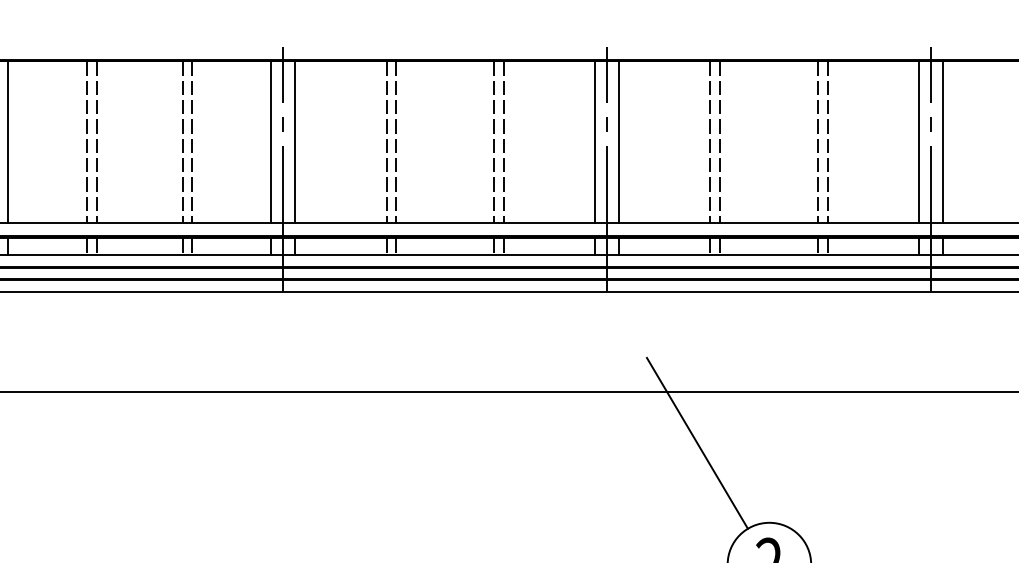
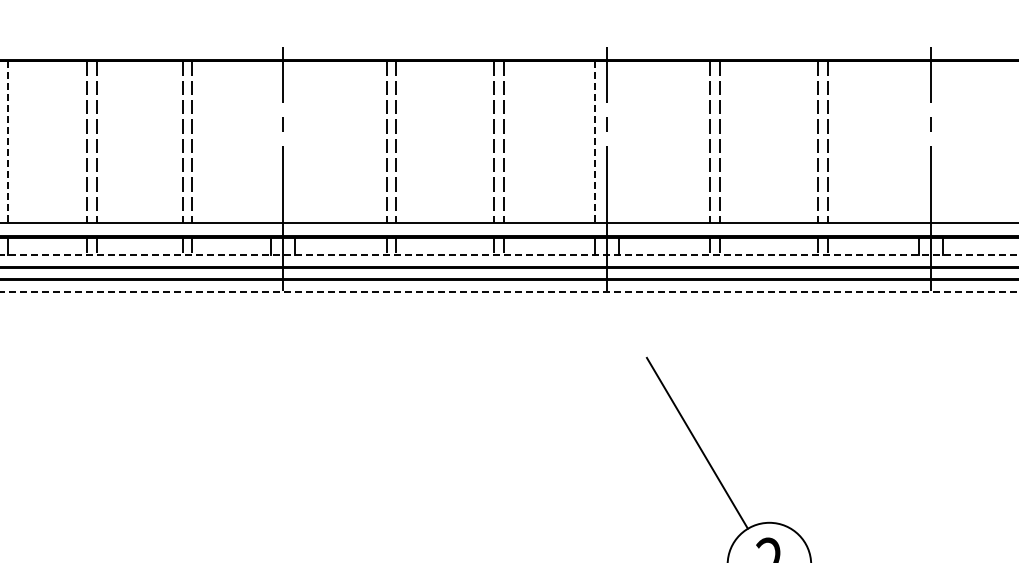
line at (7, 141): solid -> dashed
line at (271, 141): present -> none
line at (295, 141): present -> none
line at (595, 141): solid -> dashed
line at (619, 141): present -> none
line at (918, 141): present -> none
line at (943, 141): present -> none
line at (509, 254): solid -> dashed
line at (509, 292): solid -> dashed
line at (508, 392): present -> none
